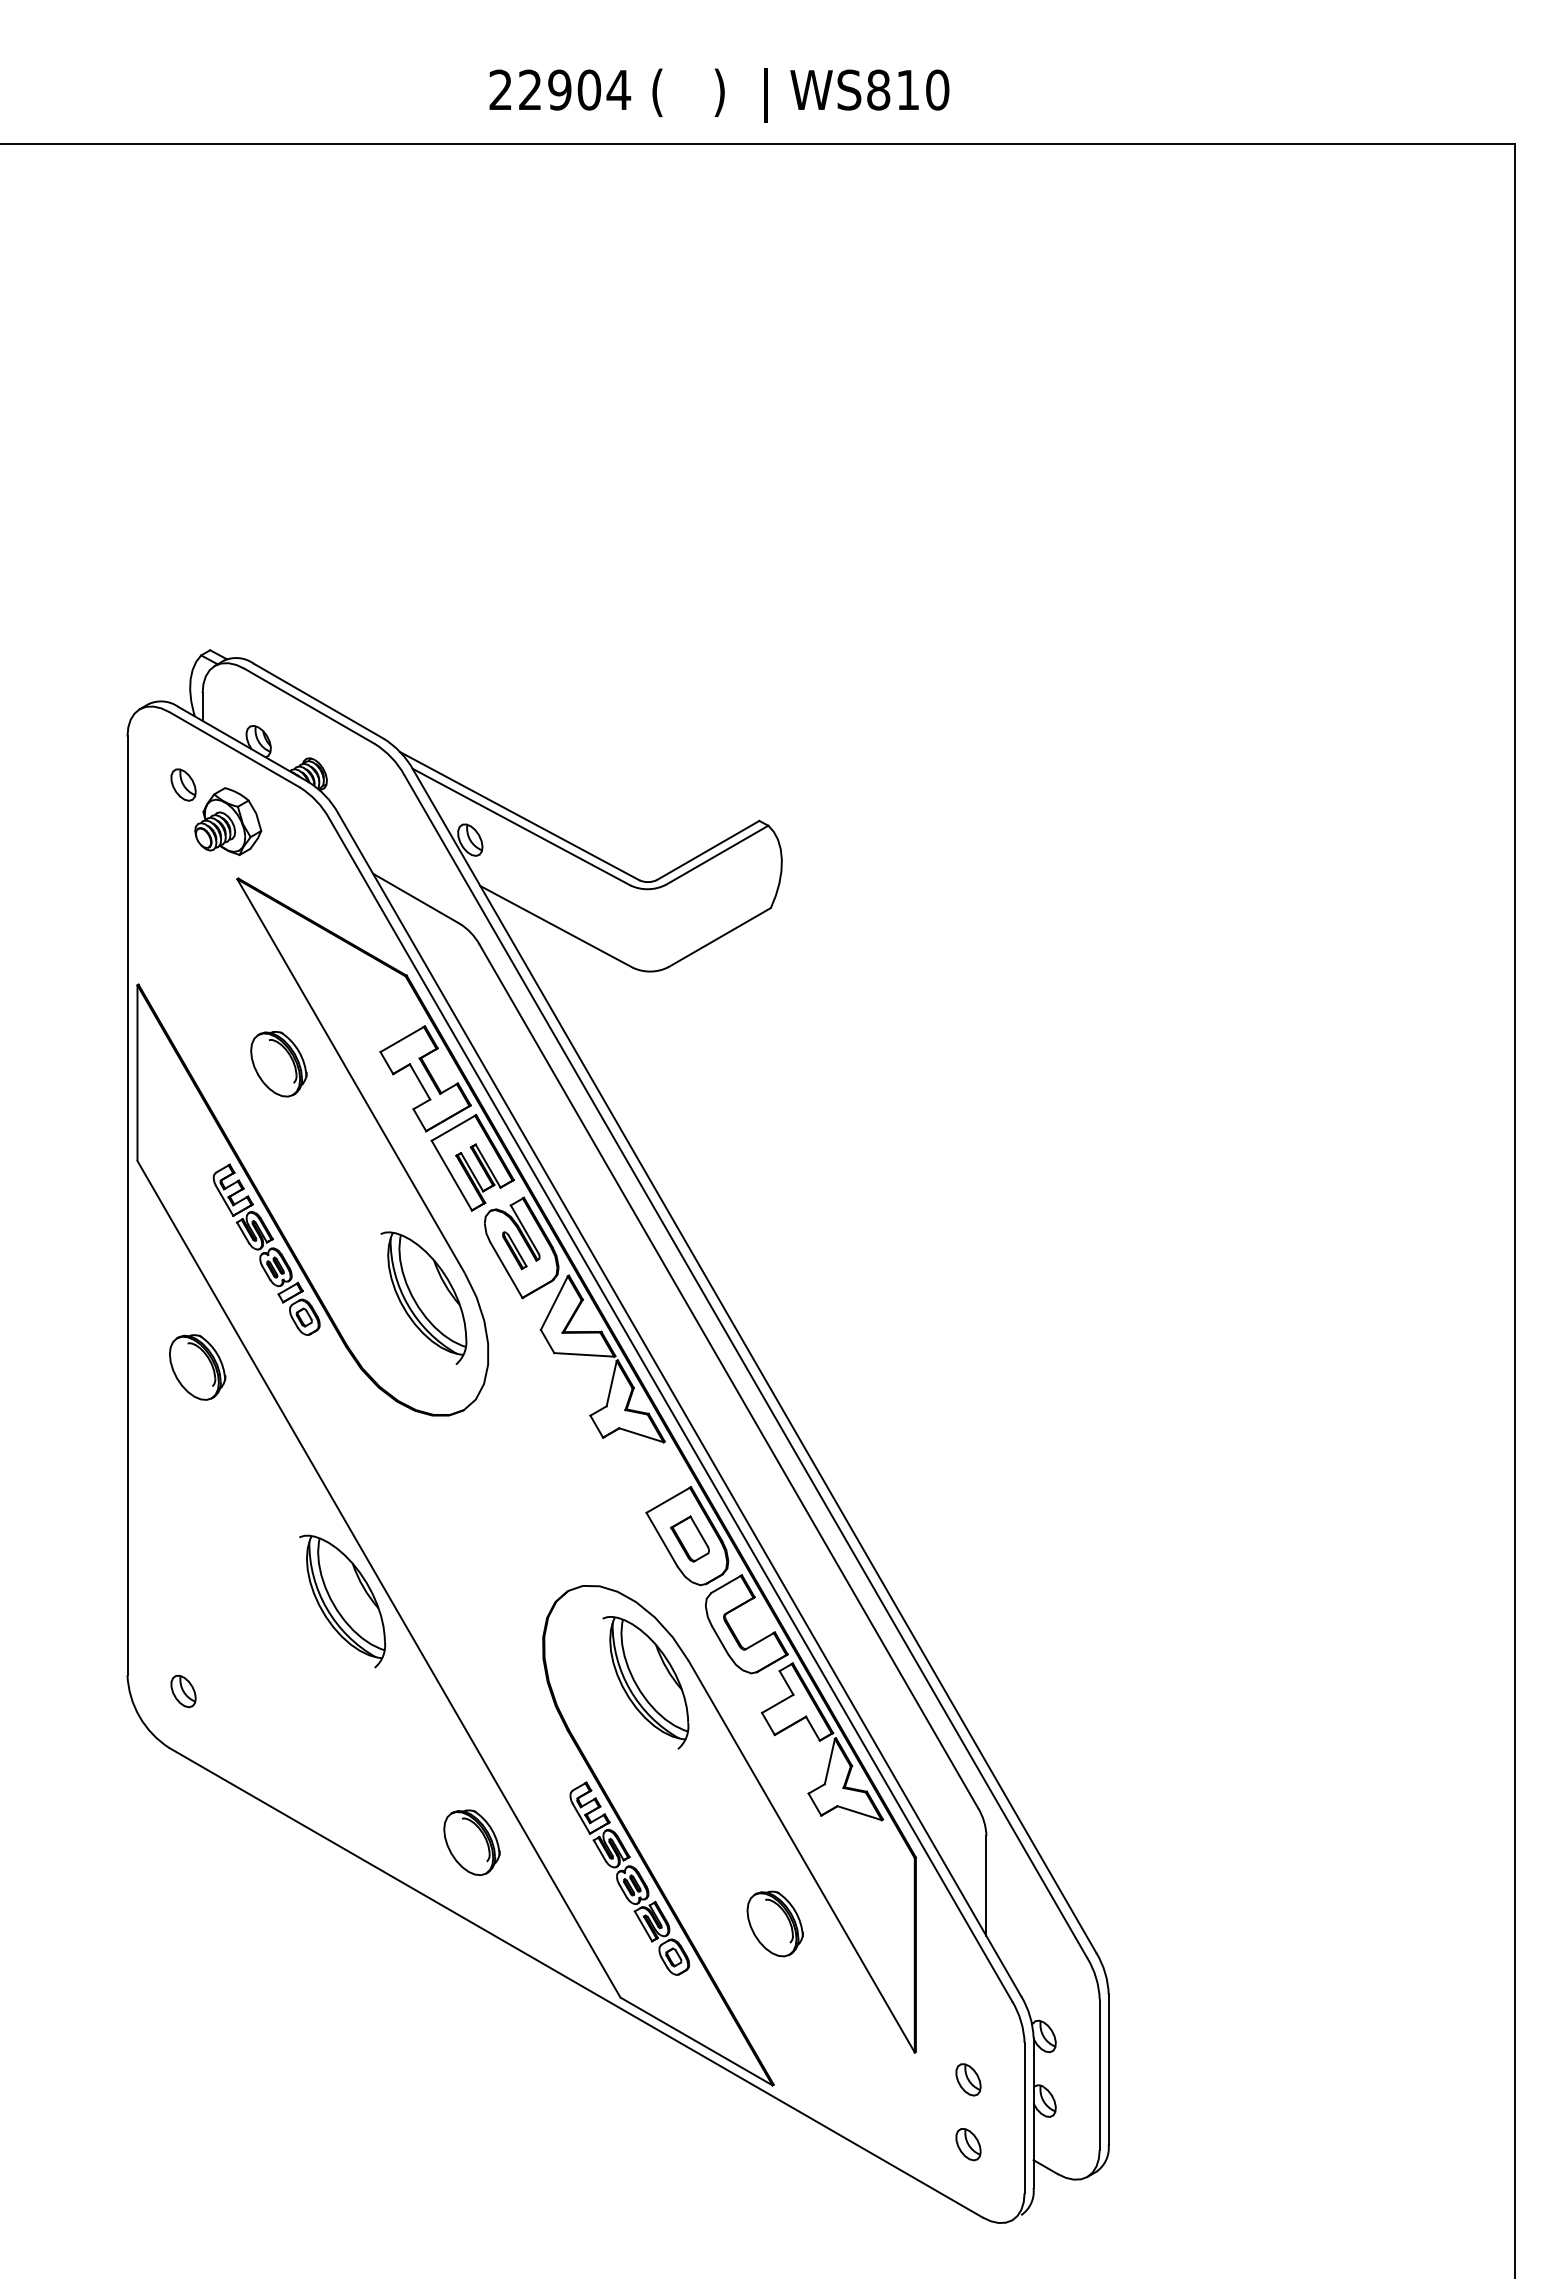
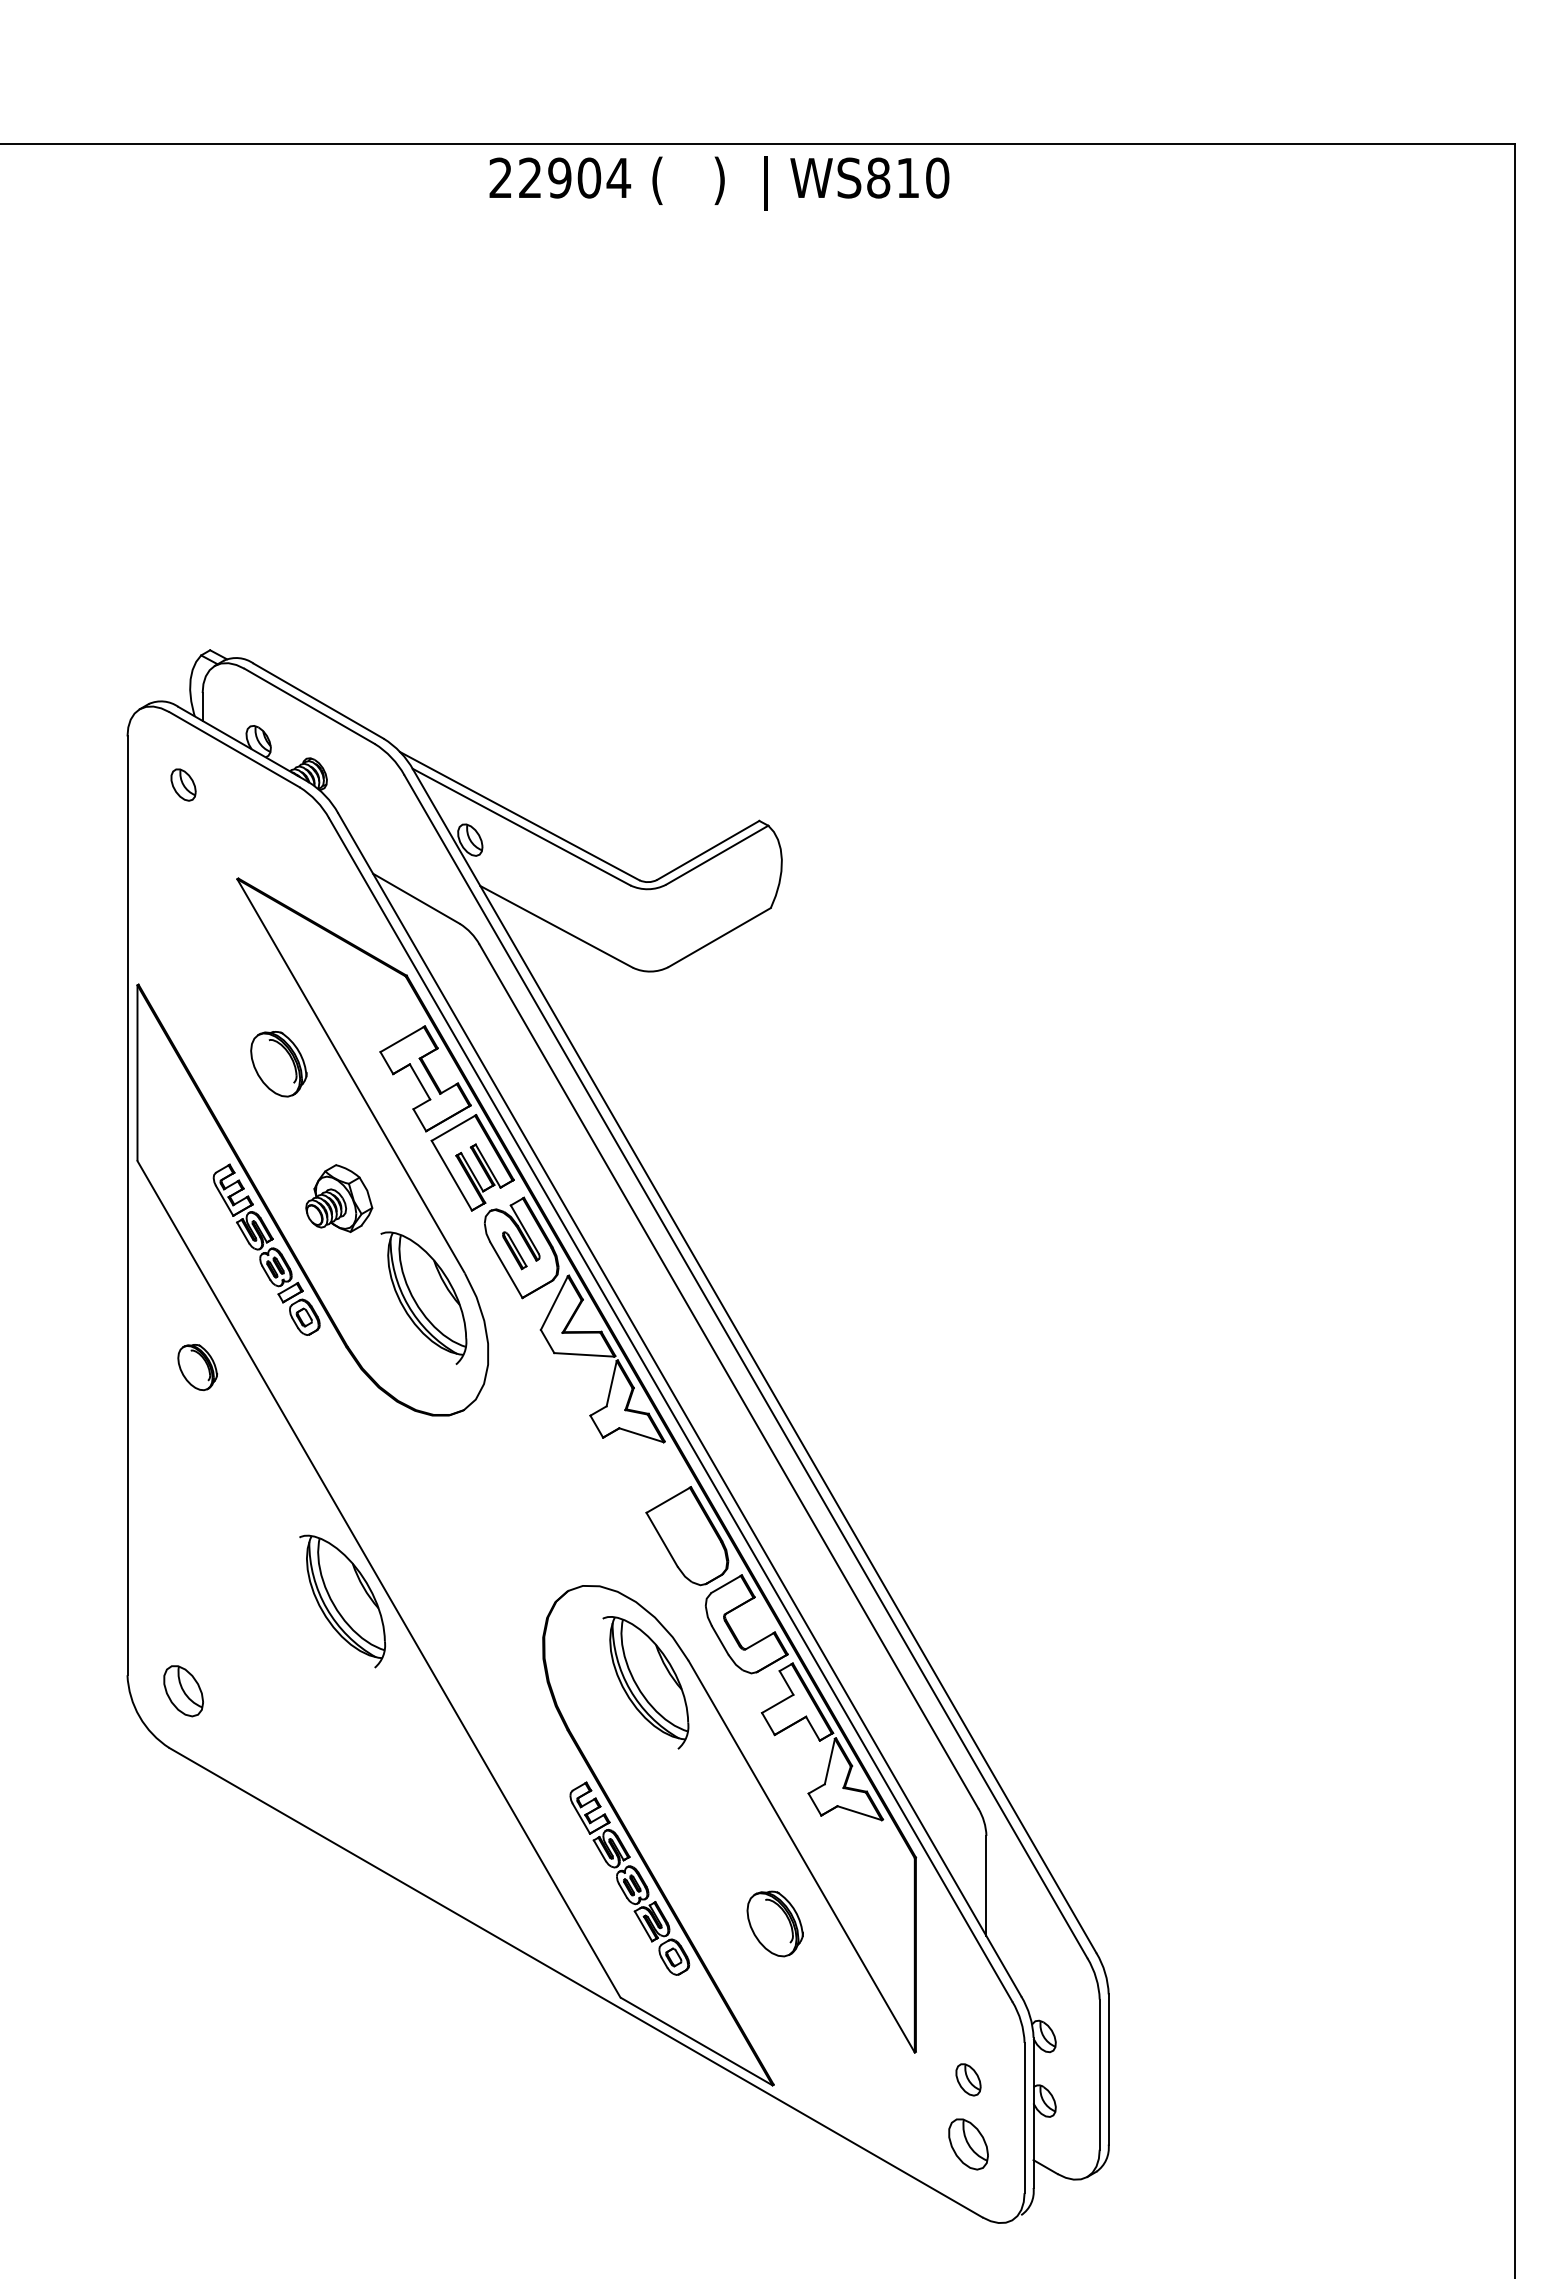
text at (719, 95) position: (719, 95) -> (719, 183)
part at (228, 821) position: (228, 821) -> (339, 1198)
part at (197, 1367) size: 58x67 px -> 41x48 px
part at (689, 1538): present -> none
part at (183, 1691) size: 27x34 px -> 41x53 px
part at (471, 1842): present -> none
part at (968, 2144) size: 27x34 px -> 41x53 px
